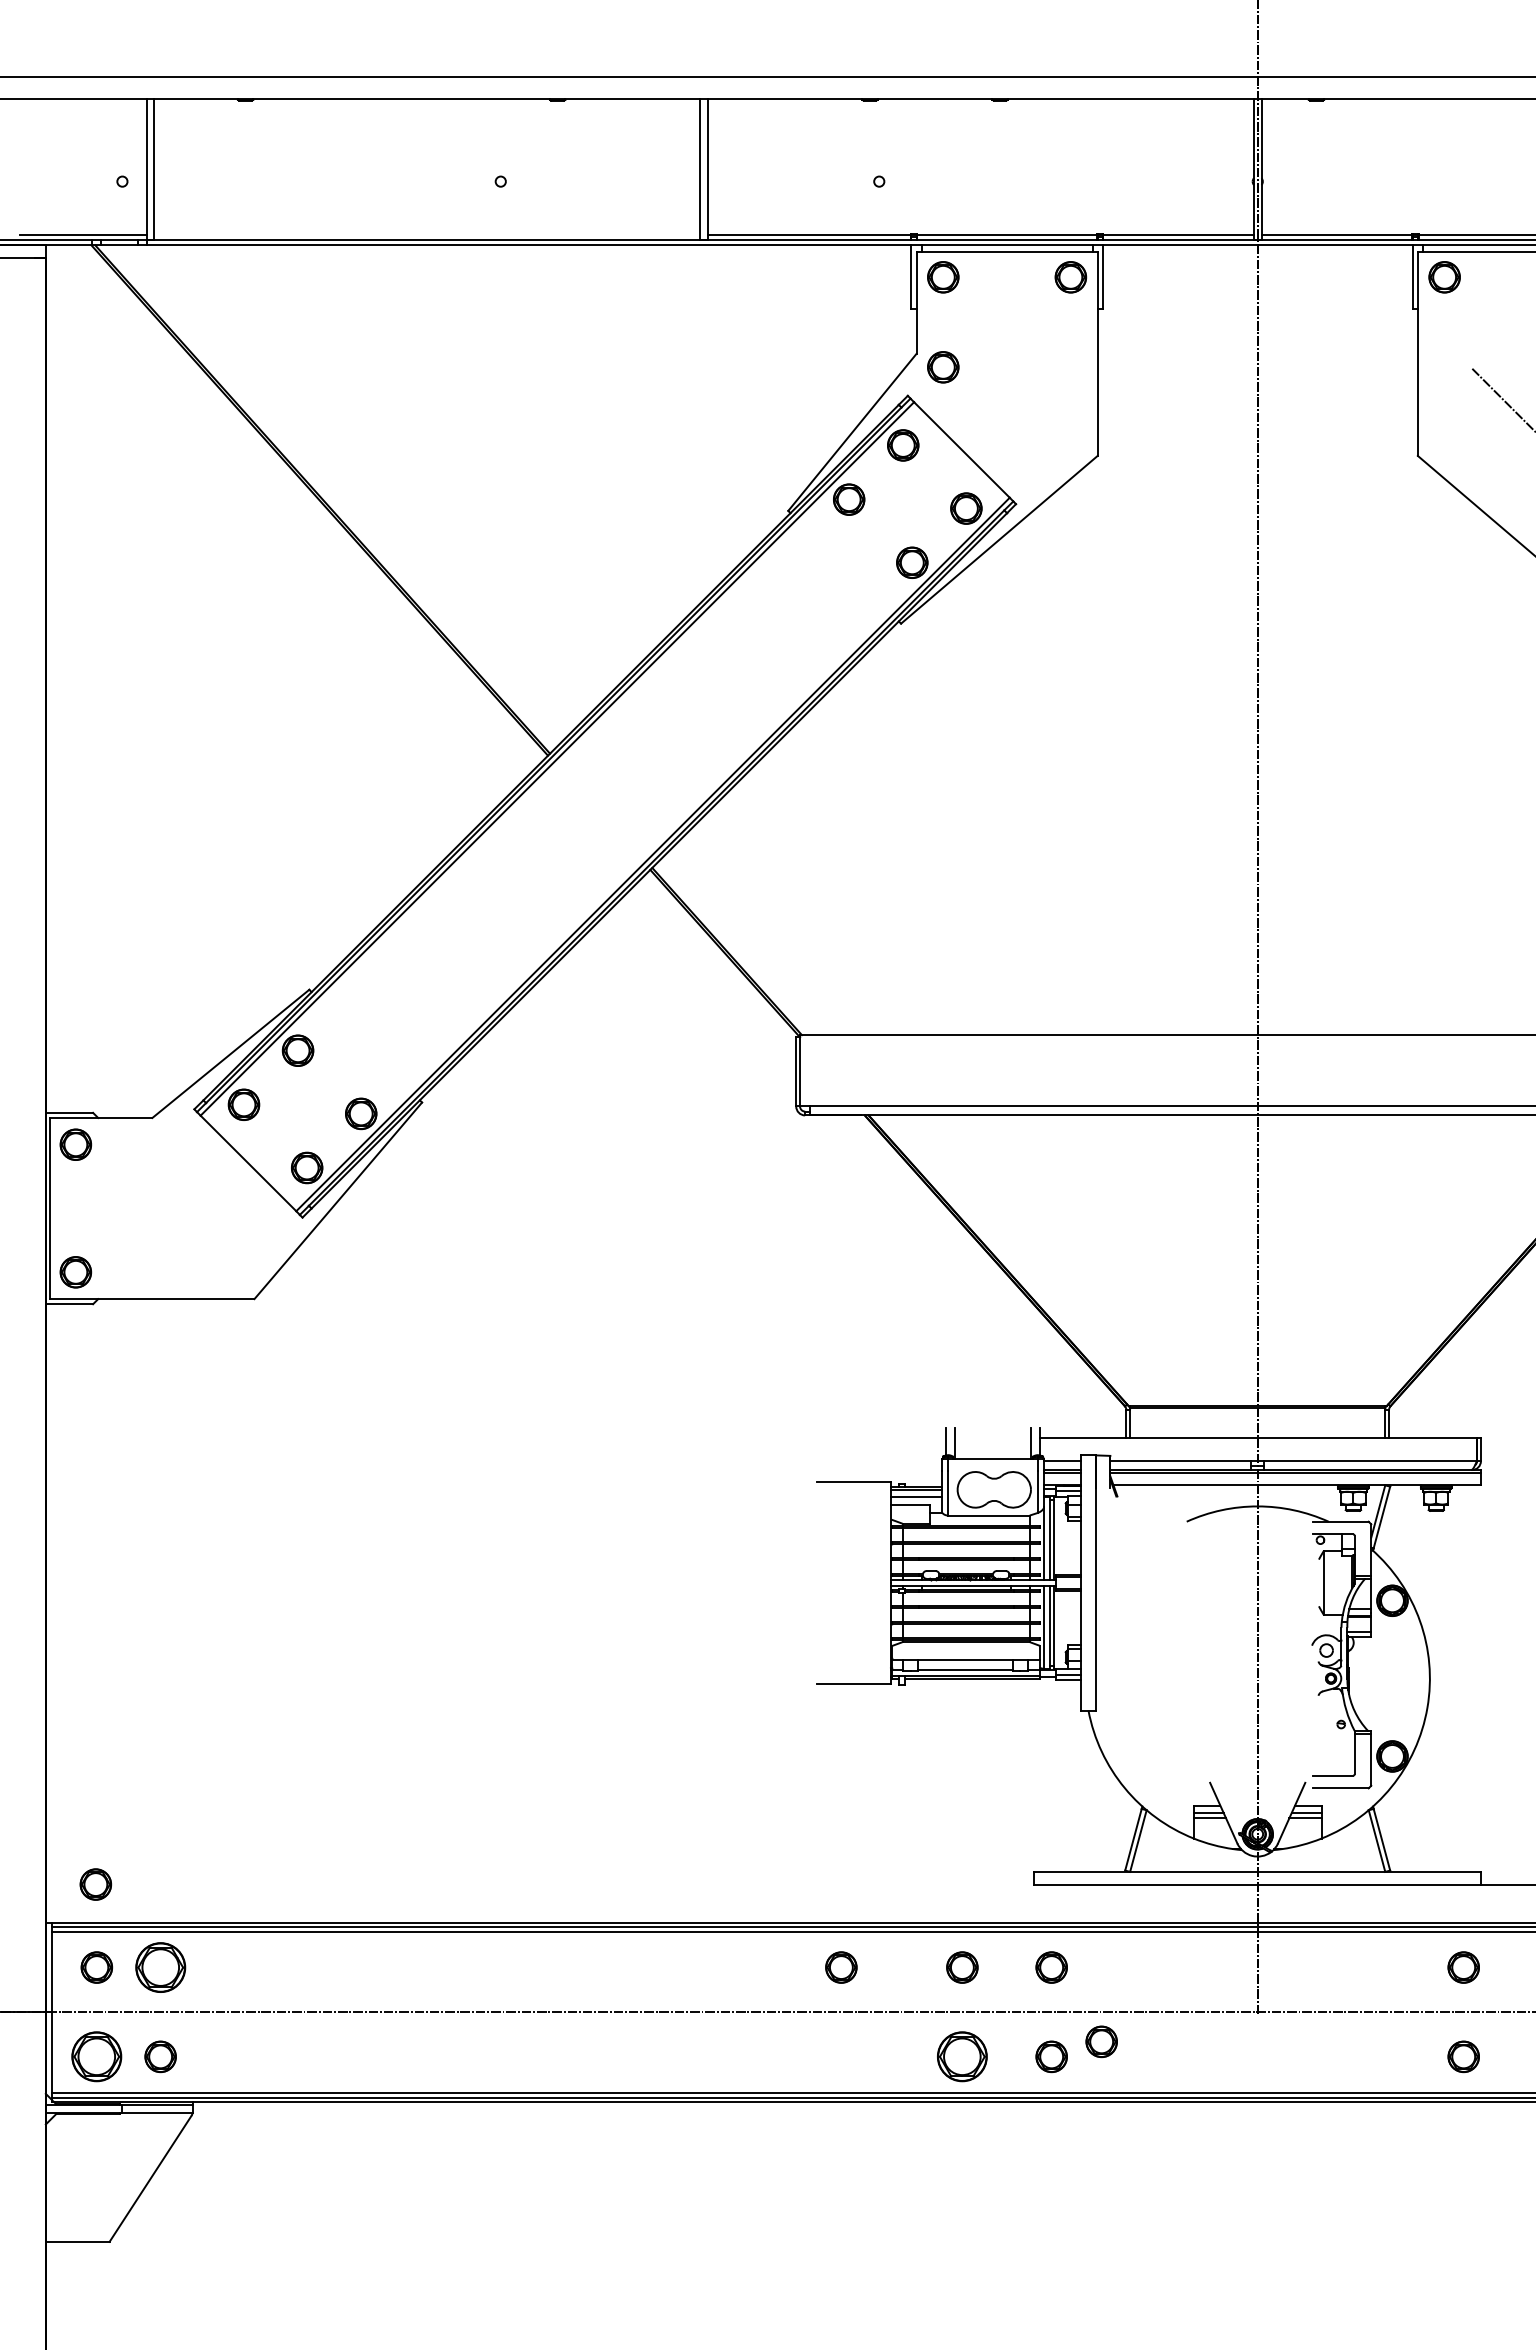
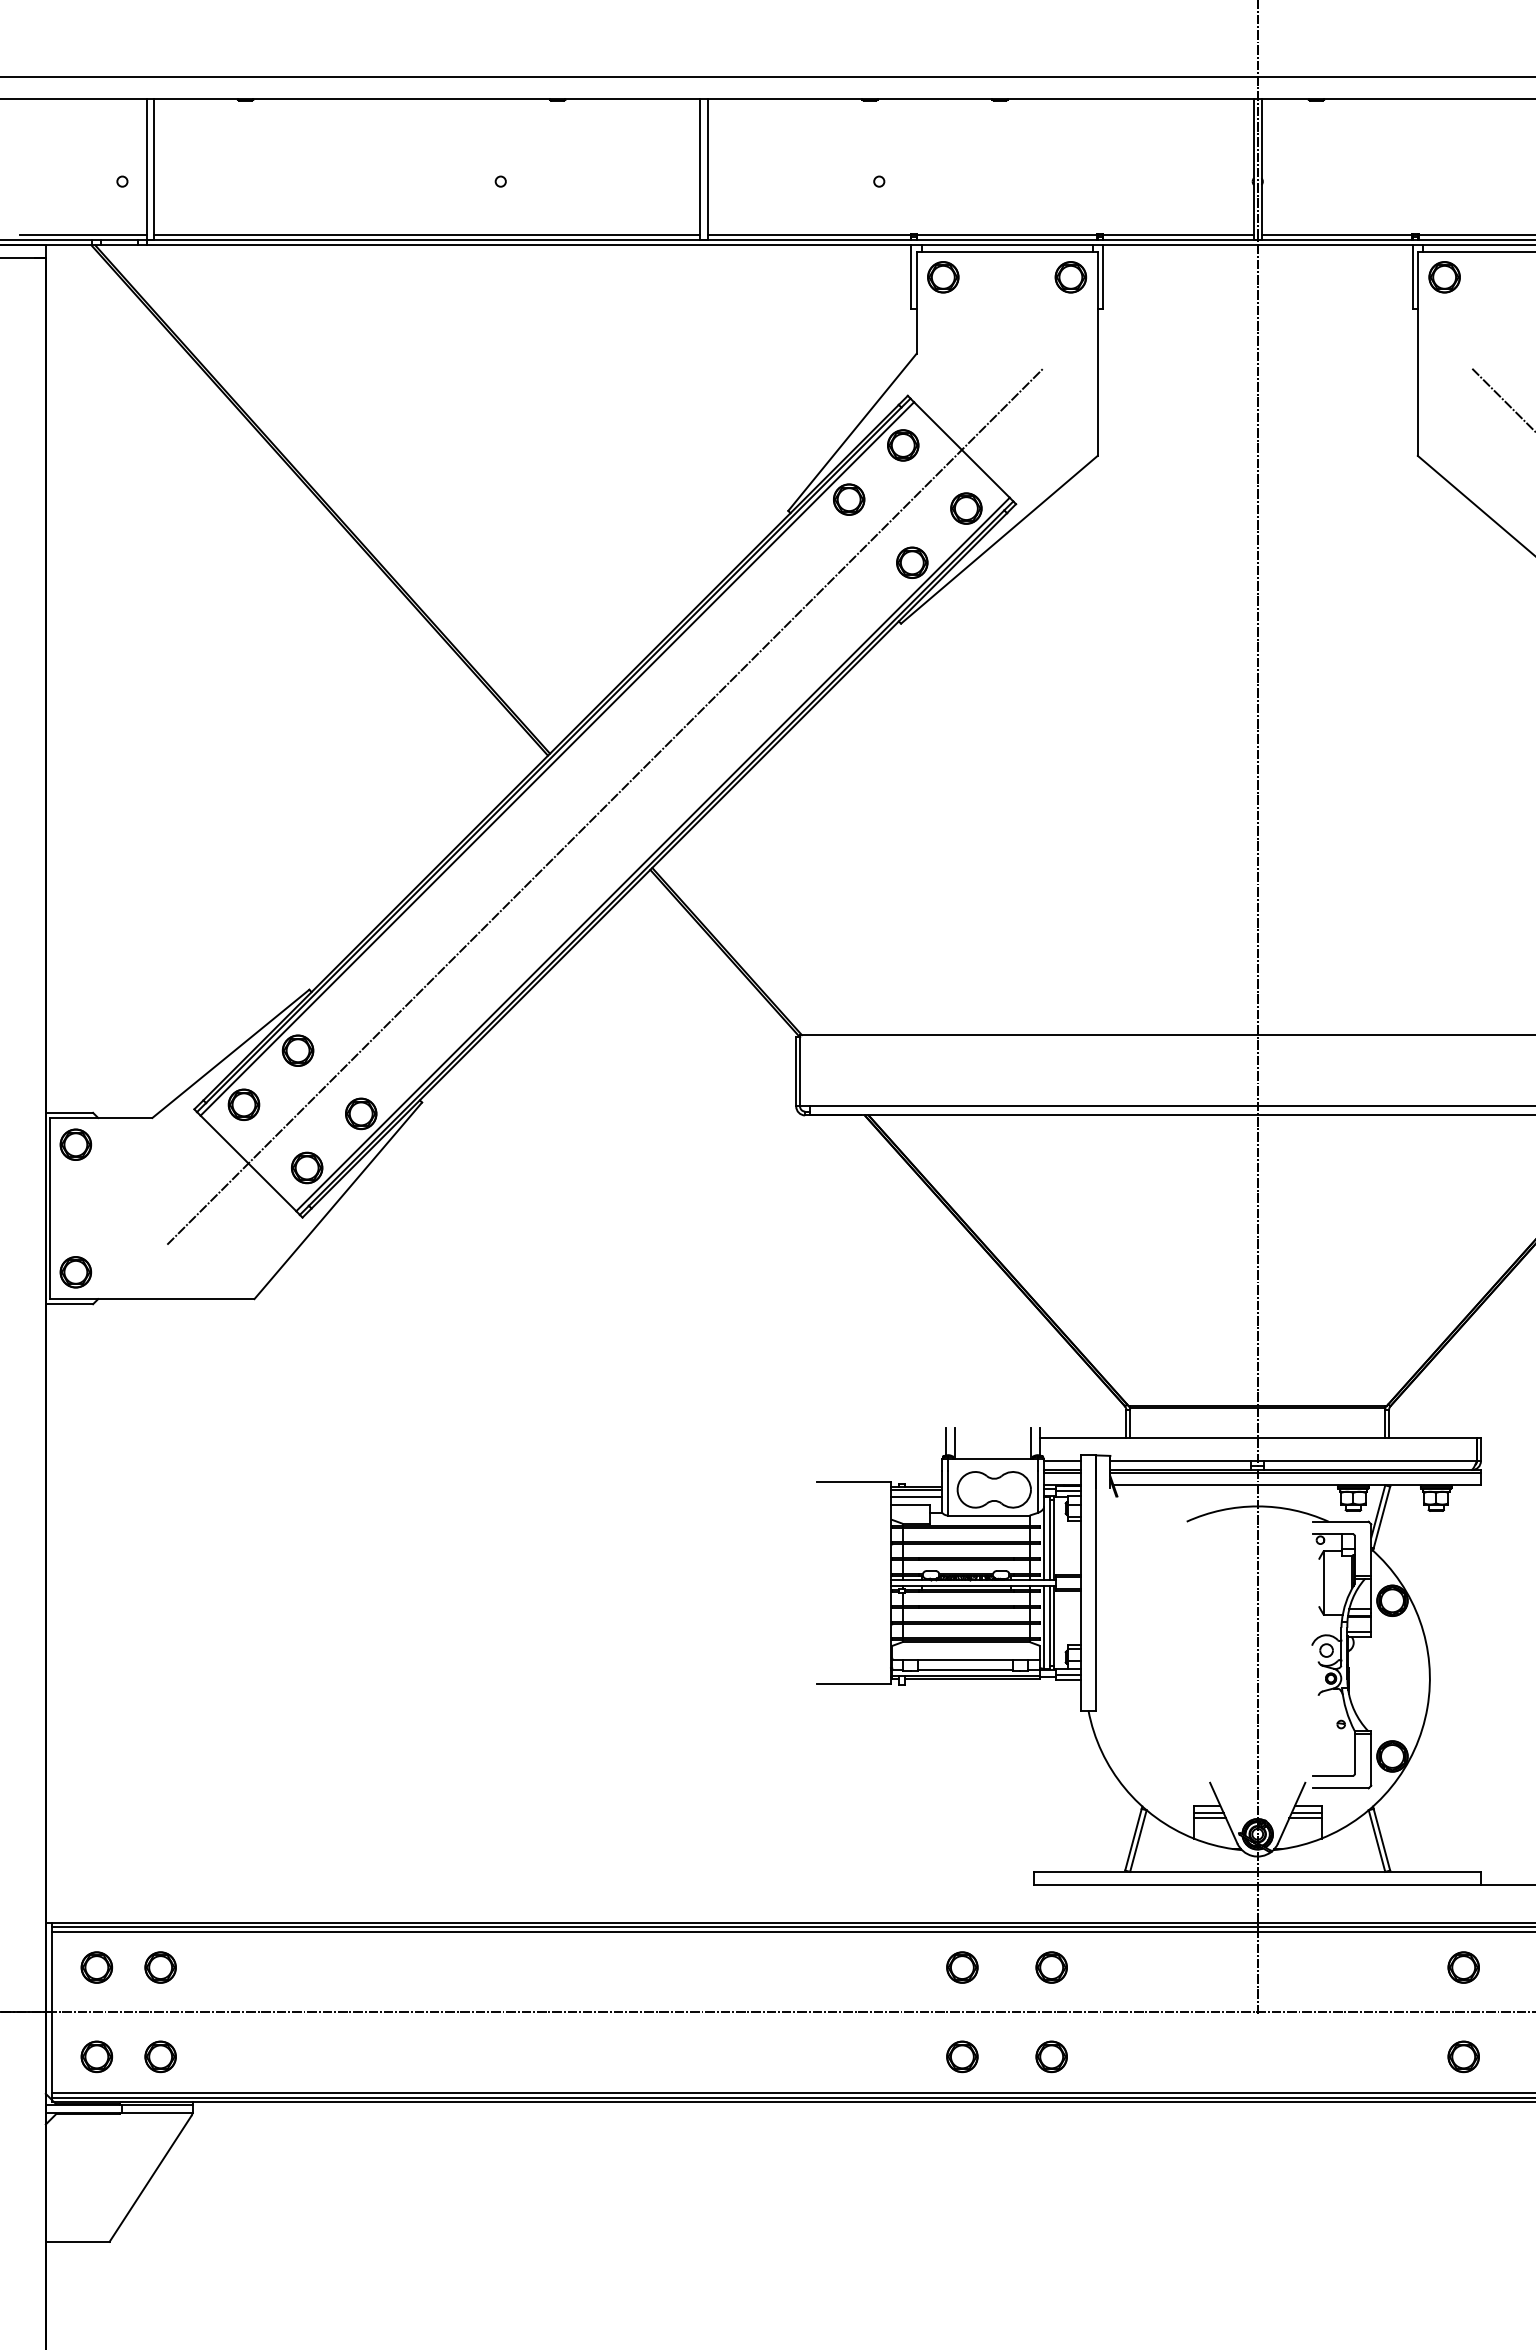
line at (427, 235): none -> present
part at (943, 367): present -> none
line at (605, 806): none -> present
part at (95, 1884): present -> none
part at (160, 1967) size: 52x51 px -> 33x33 px
part at (841, 1967): present -> none
part at (1101, 2041): present -> none
part at (96, 2056) size: 52x52 px -> 34x34 px
part at (962, 2056) size: 51x52 px -> 33x34 px
